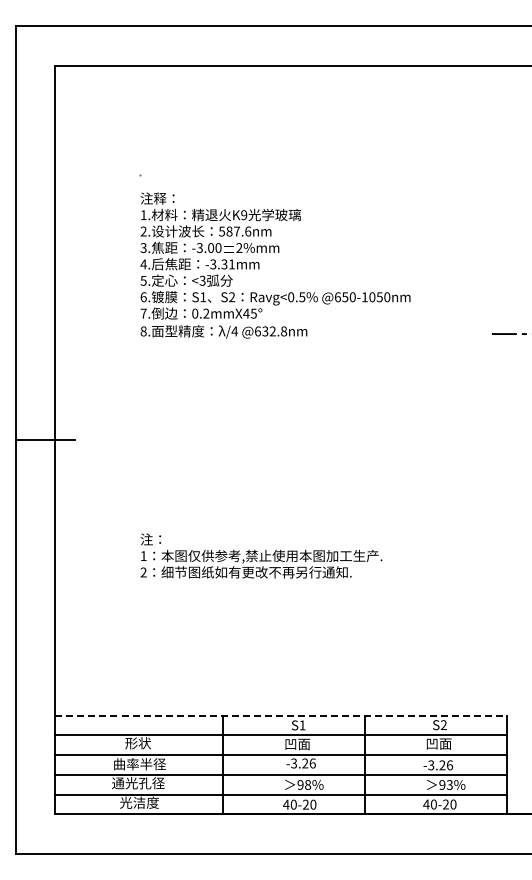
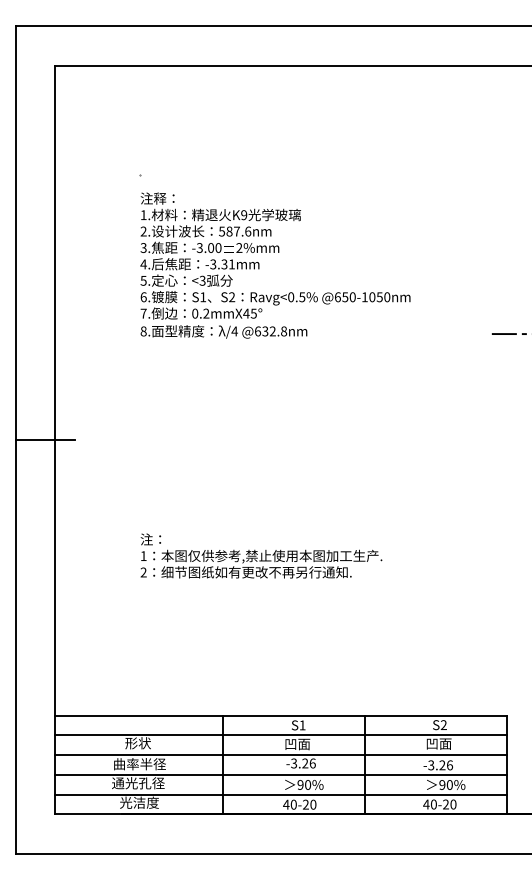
line at (281, 715): dashed -> solid
text at (308, 784): 98% -> 90%
text at (449, 784): 93% -> 90%
